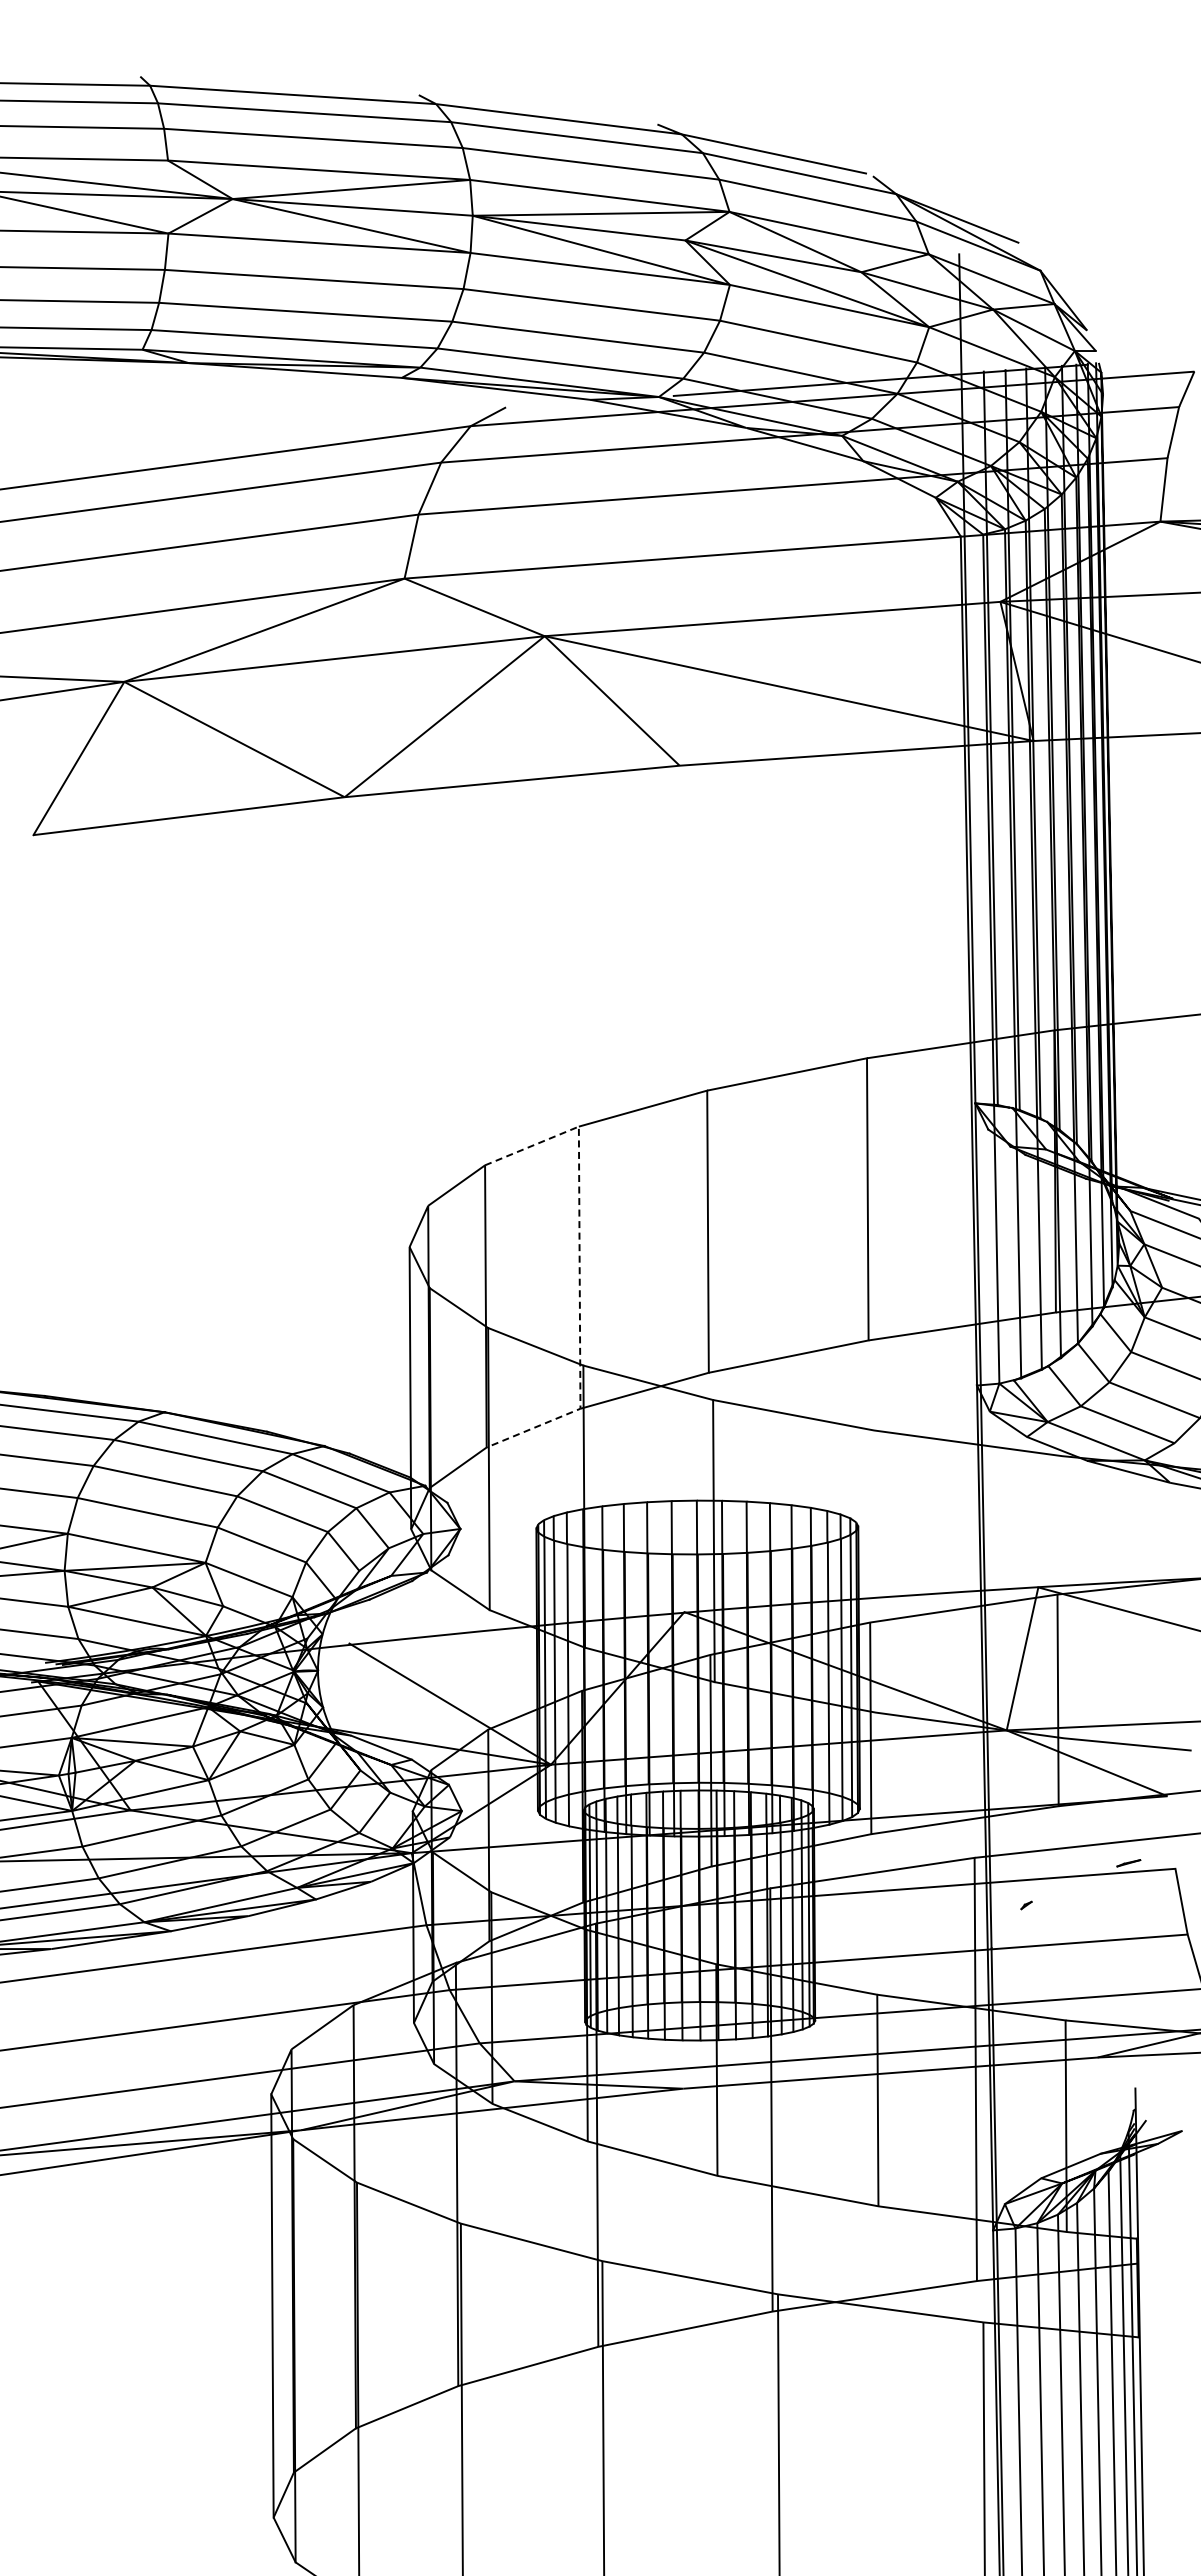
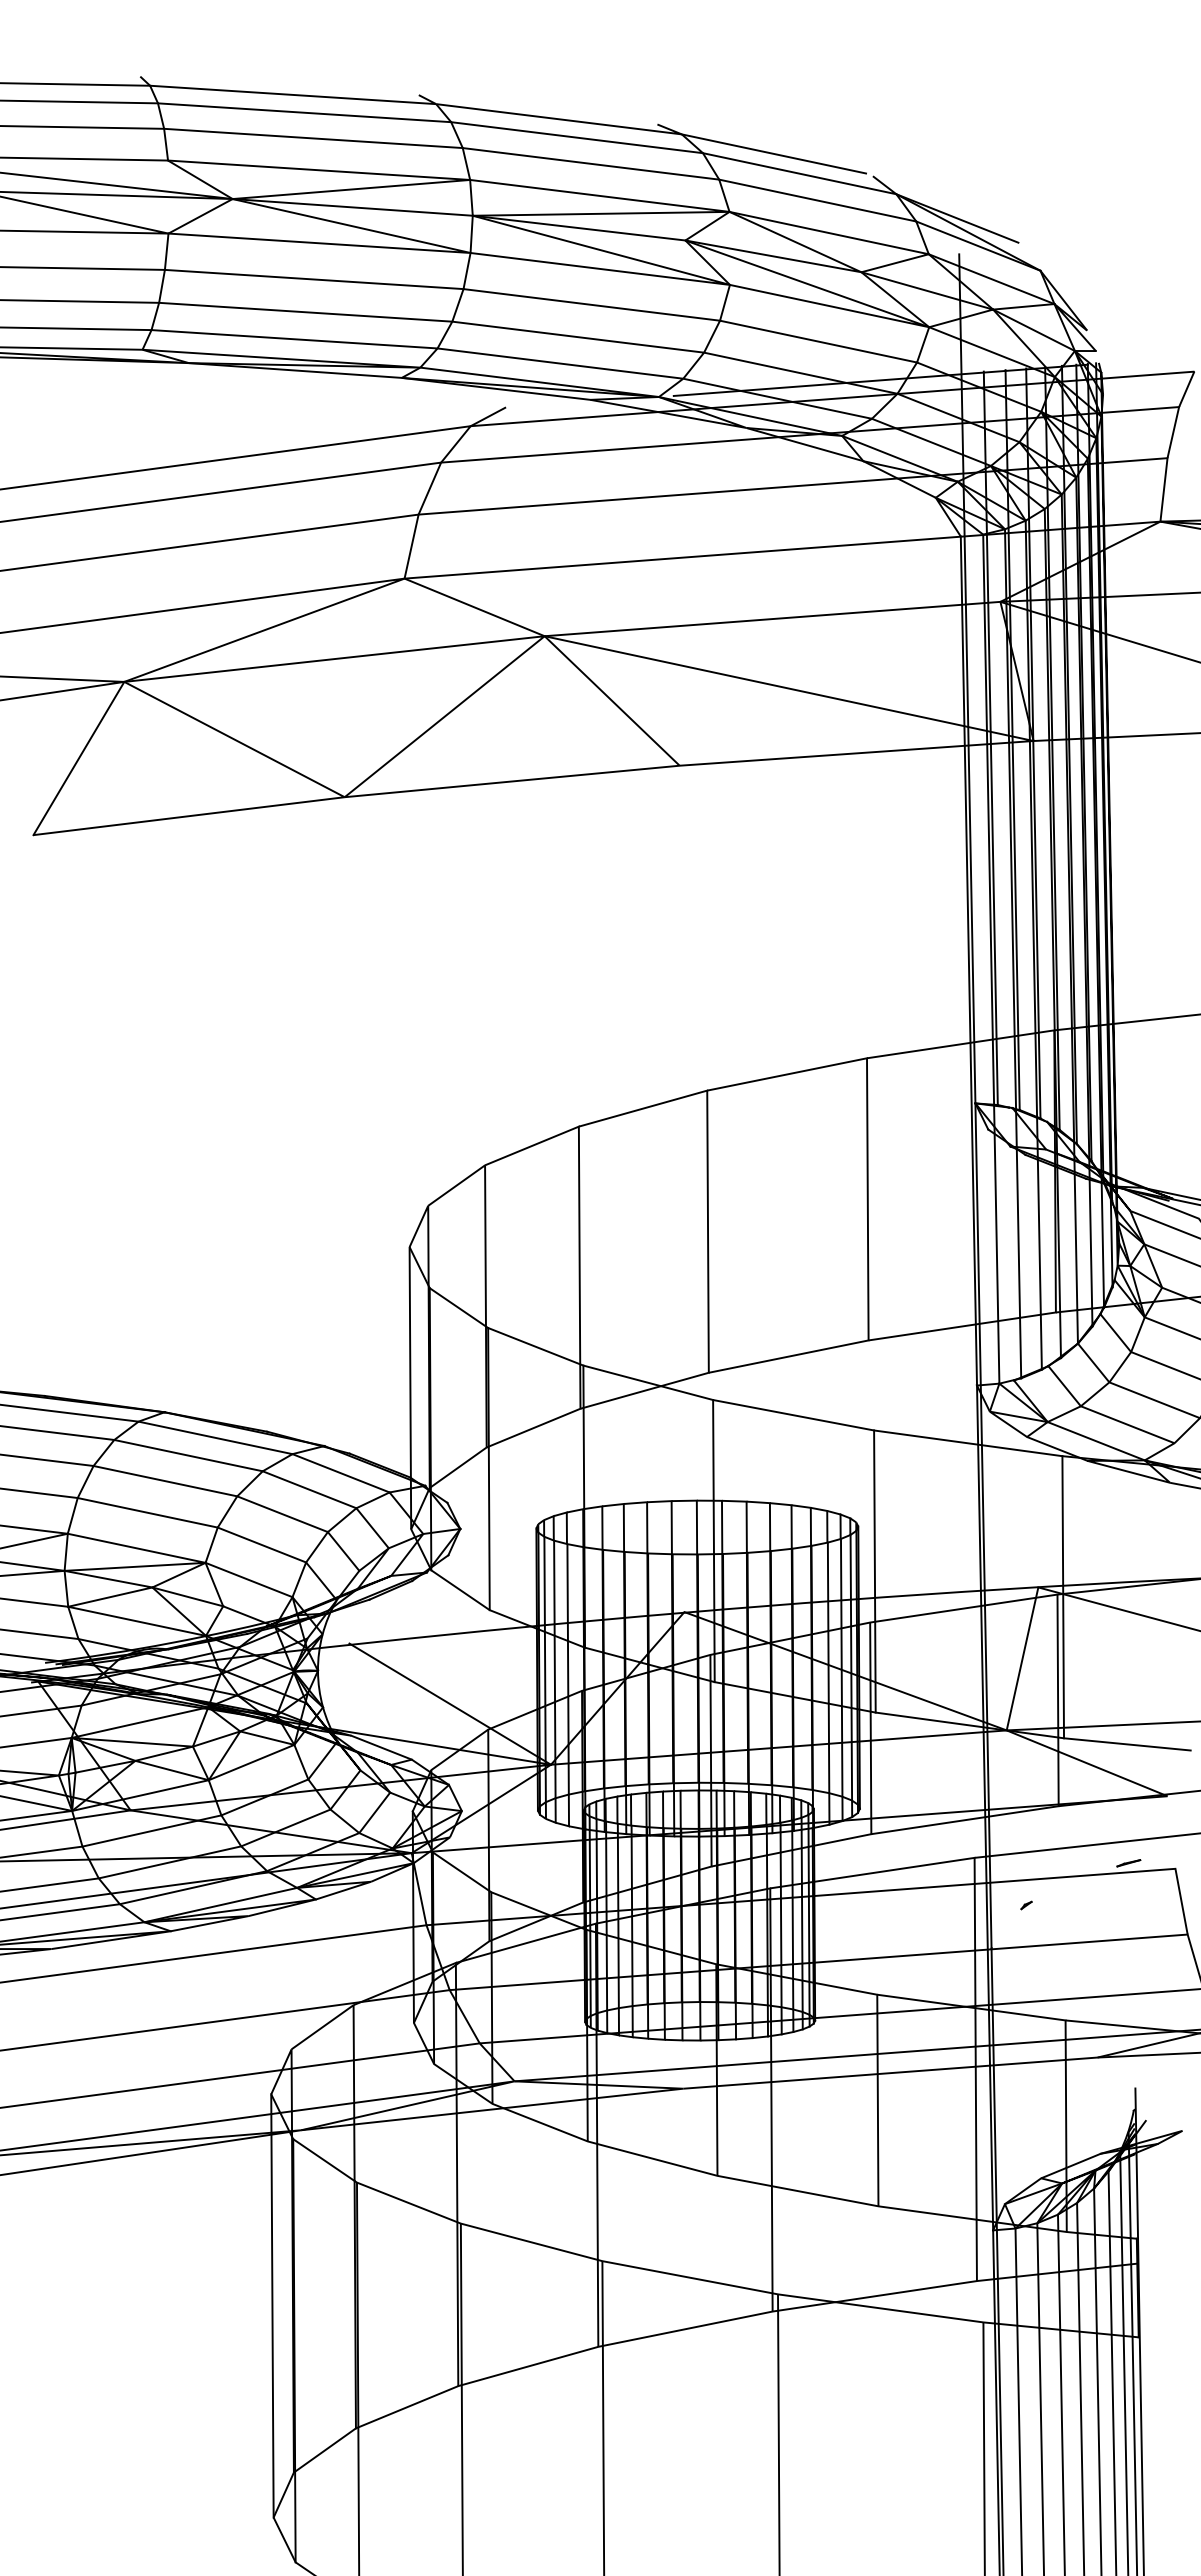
line at (579, 1268): dashed -> solid
line at (874, 1571): none -> present
line at (1063, 1597): none -> present
